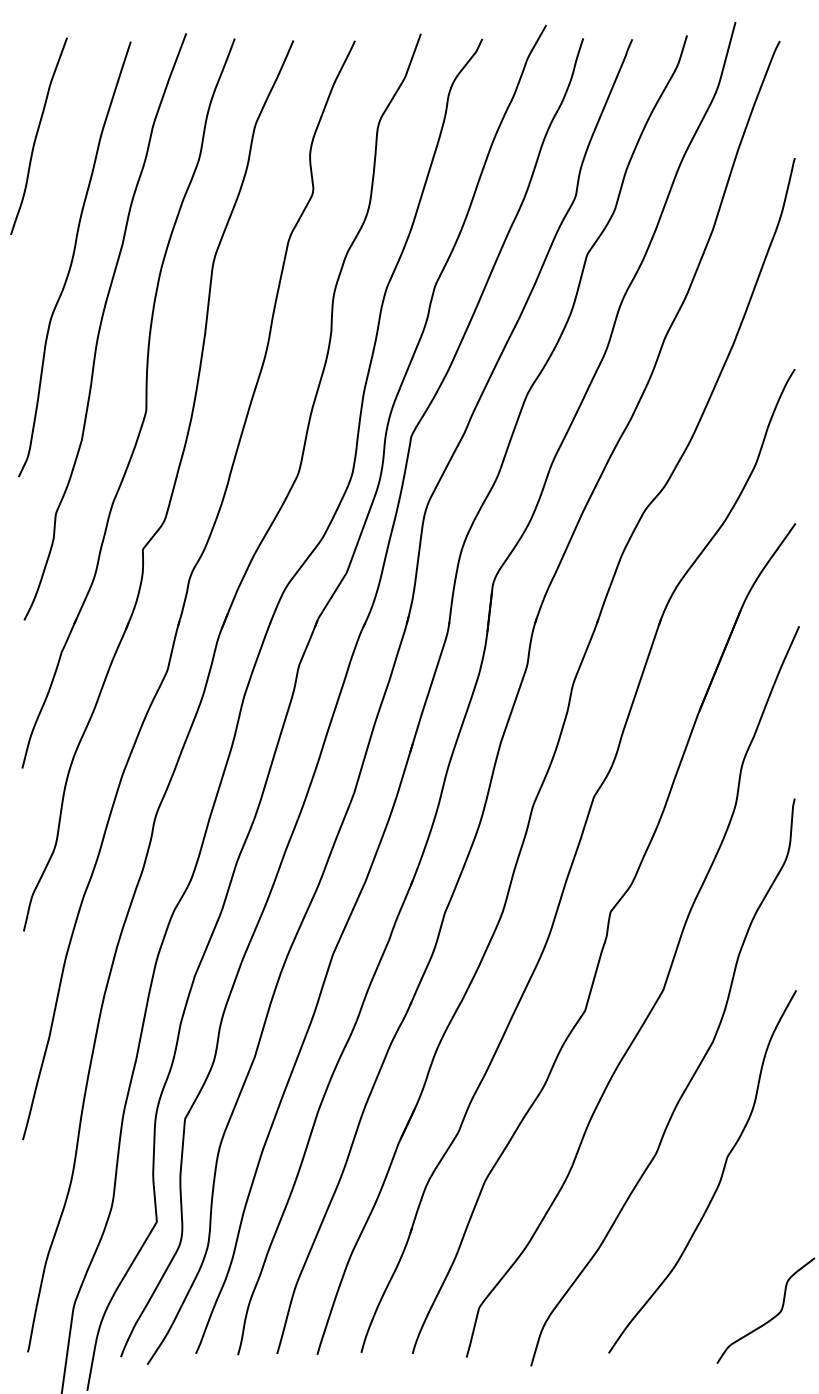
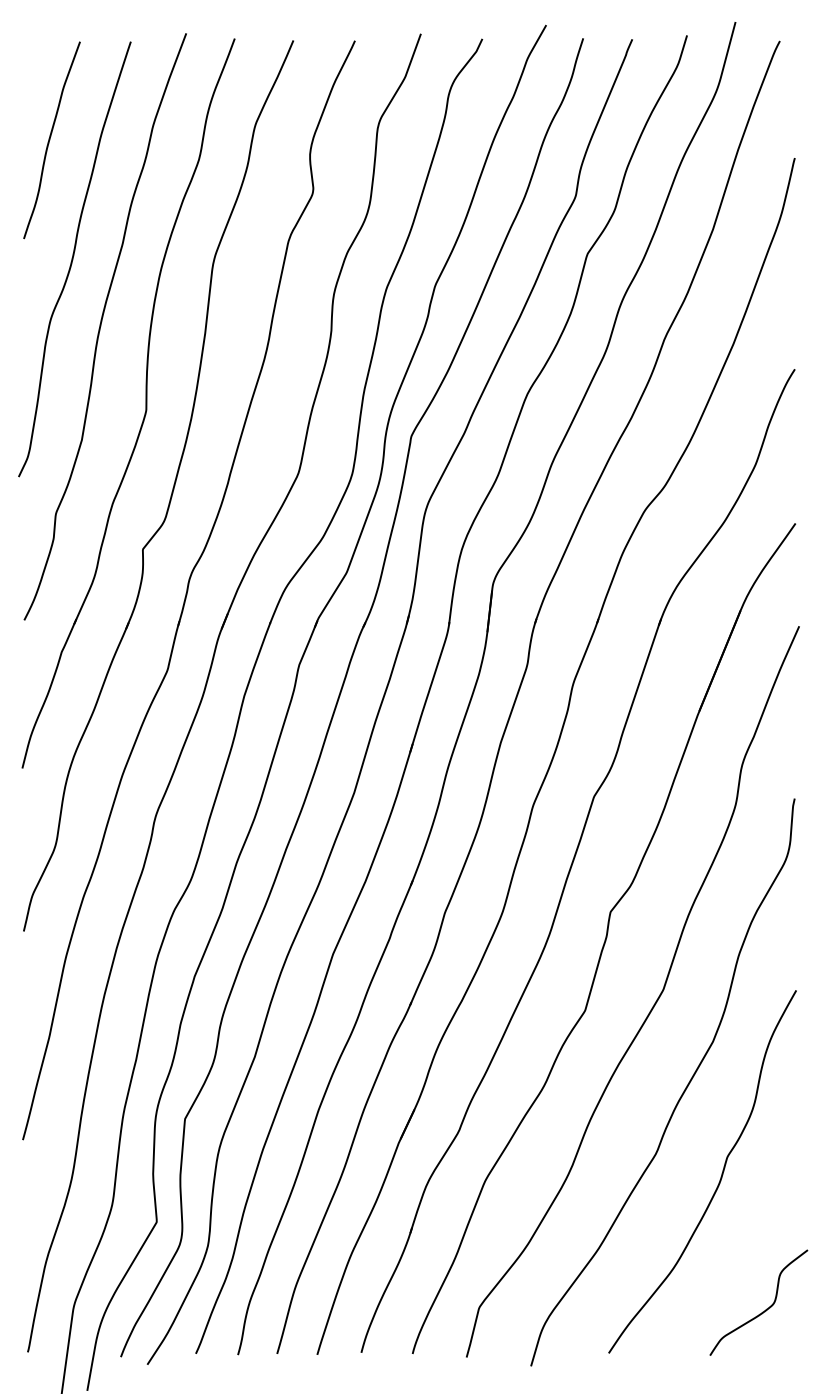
curve at (37, 136) position: (37, 136) -> (50, 140)
curve at (769, 1319) position: (769, 1319) -> (762, 1311)
